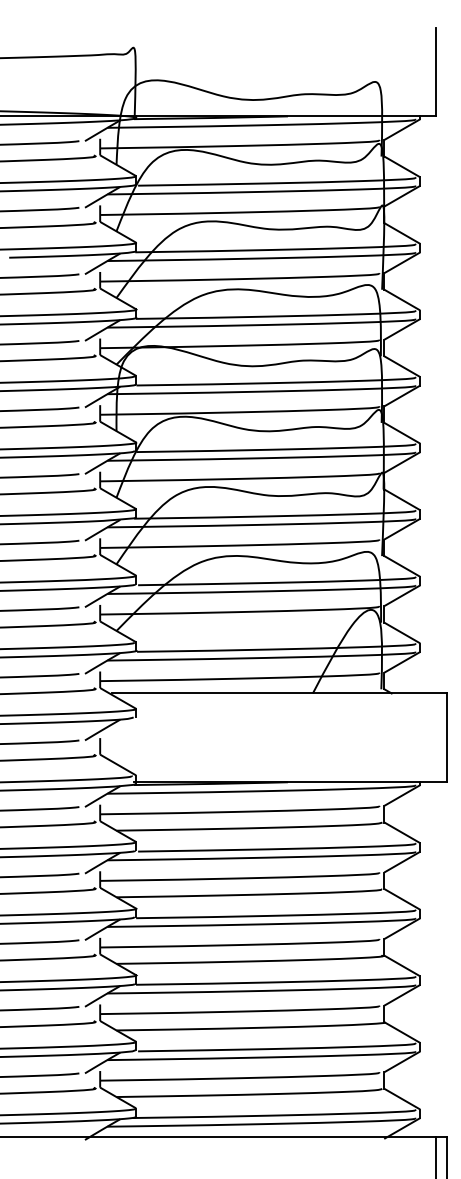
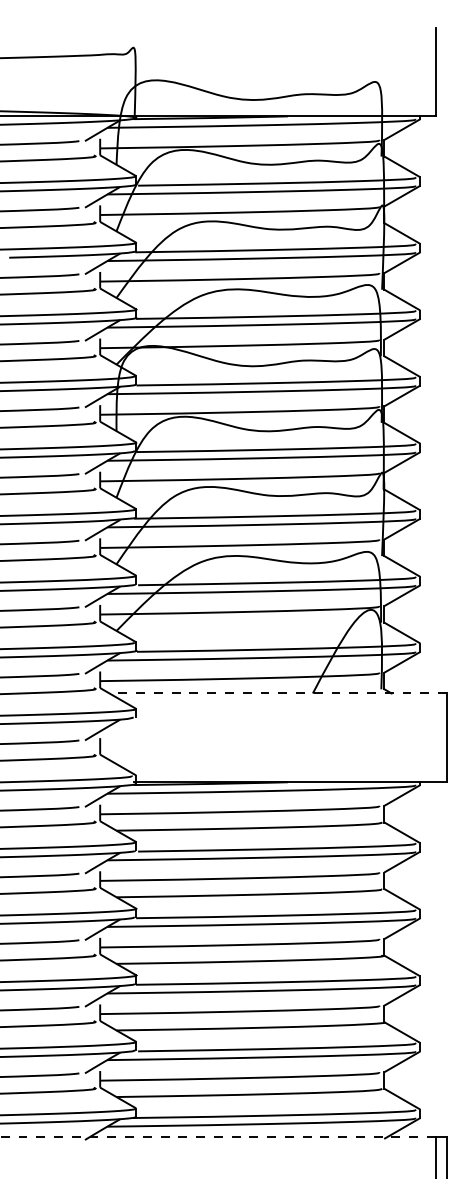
line at (279, 693): solid -> dashed
line at (217, 1137): solid -> dashed
